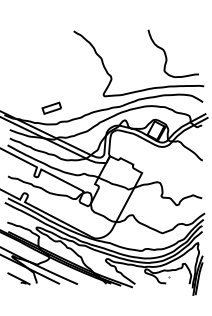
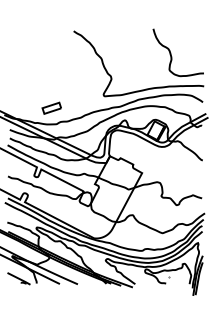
curve at (166, 54) position: (166, 54) -> (171, 53)
